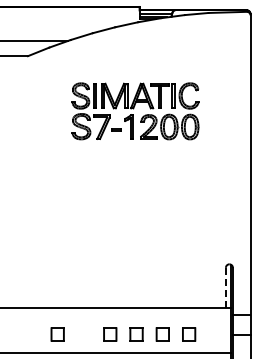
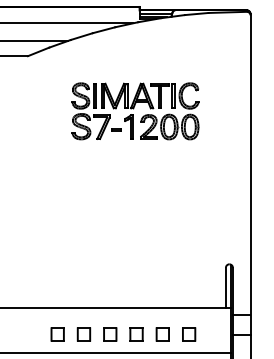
line at (67, 23): none -> present
line at (225, 287): dashed -> solid
part at (83, 334): none -> present
